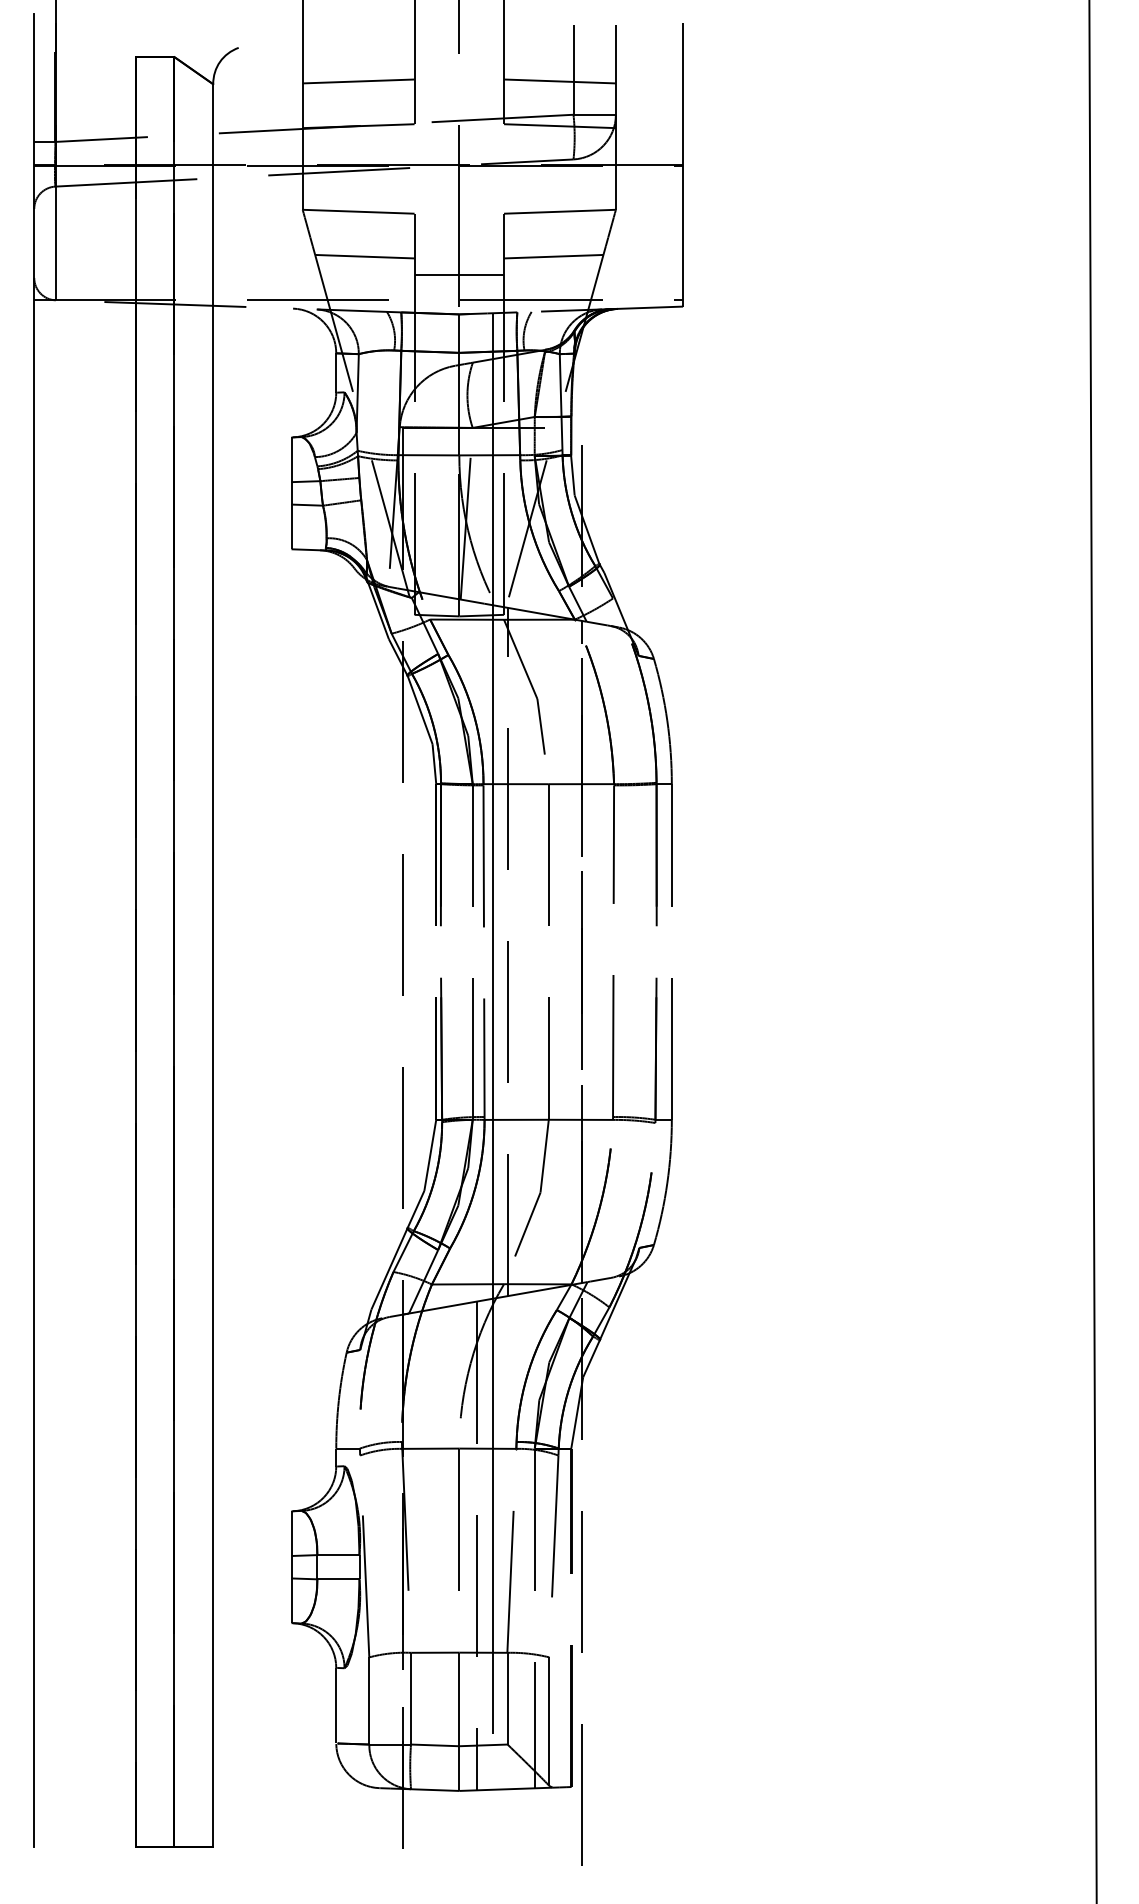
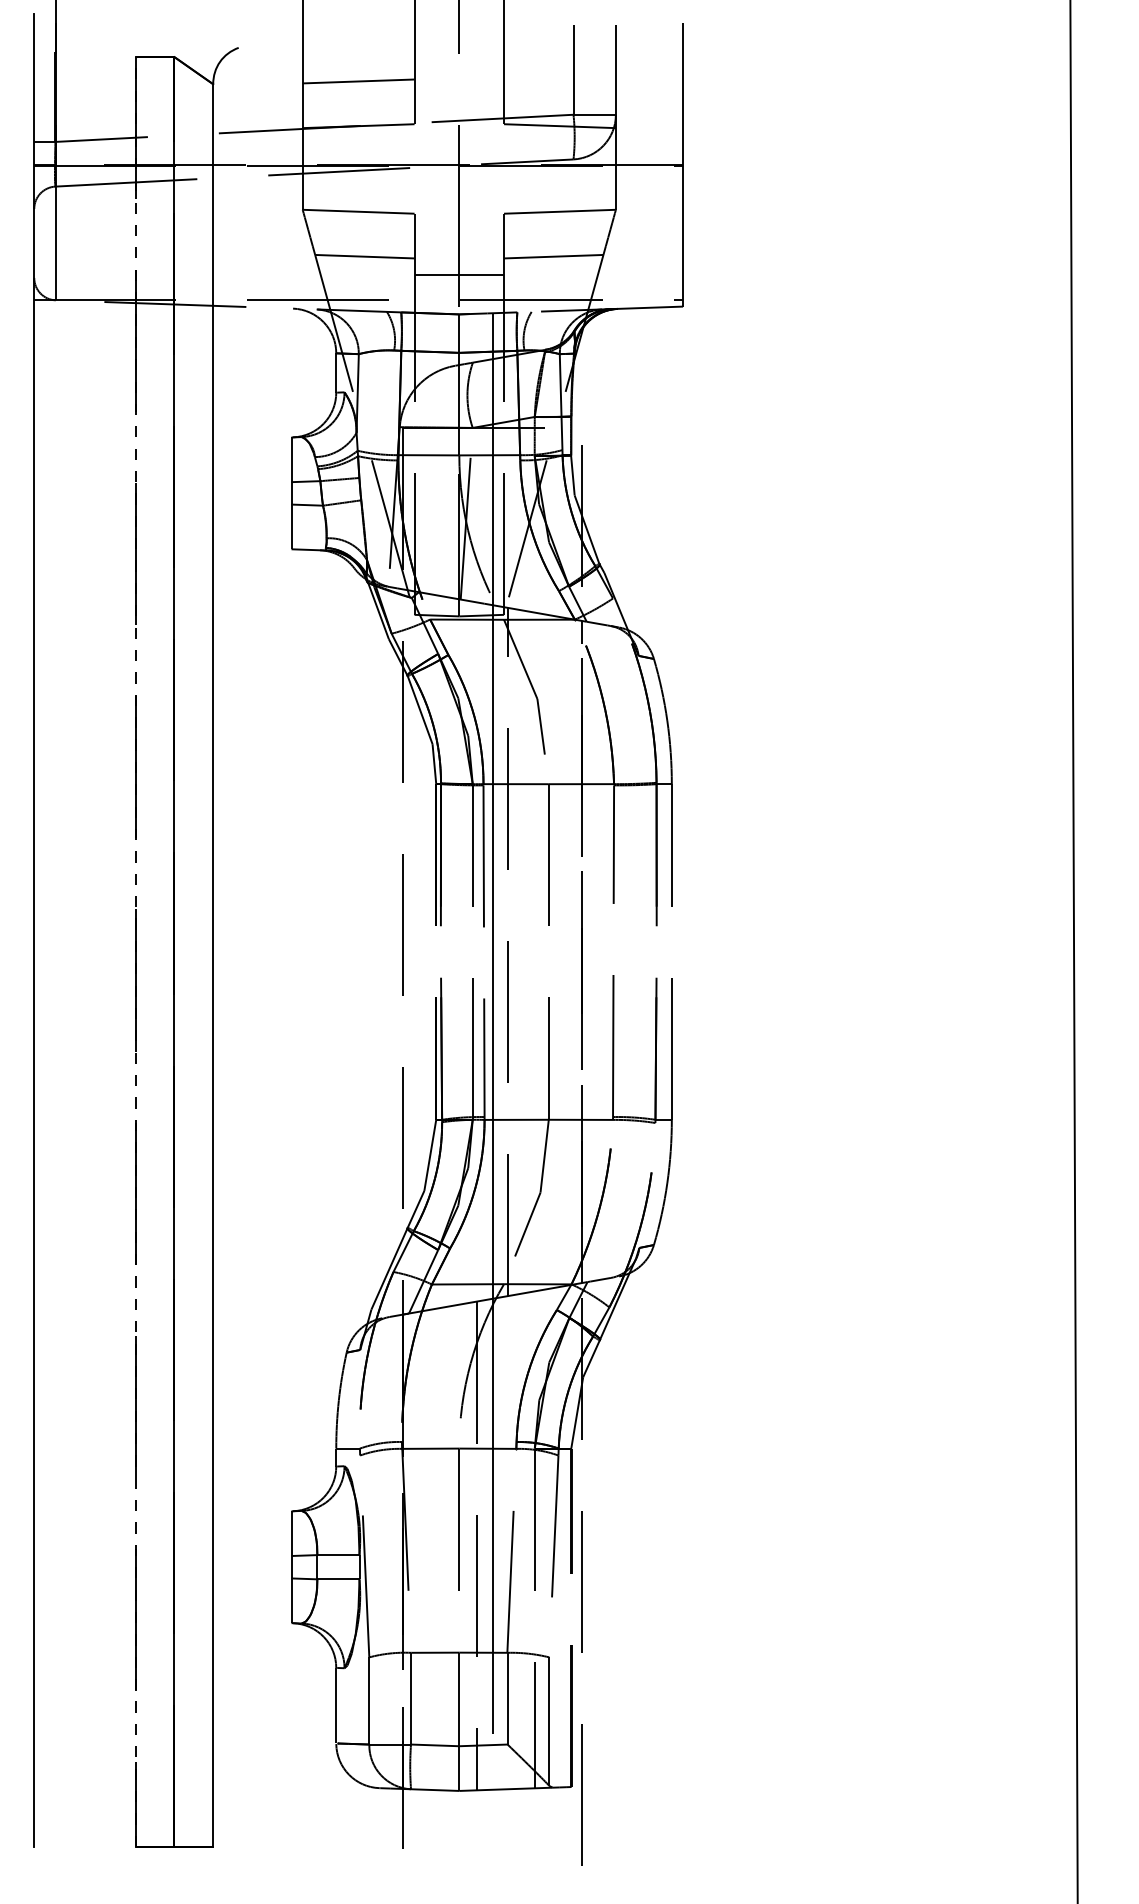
line at (559, 81): present -> none
line at (135, 951): solid -> dashed
line at (1092, 951) position: (1092, 951) -> (1073, 951)
